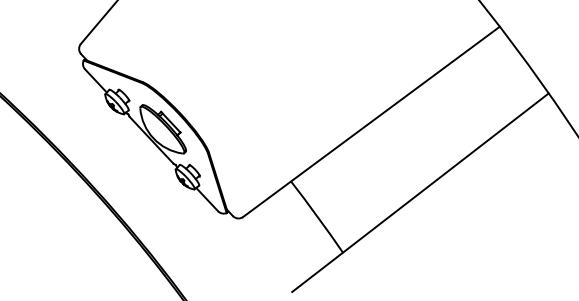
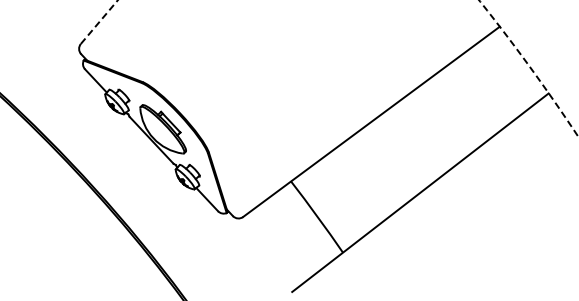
line at (99, 21): solid -> dashed
circle at (528, 68): solid -> dashed
